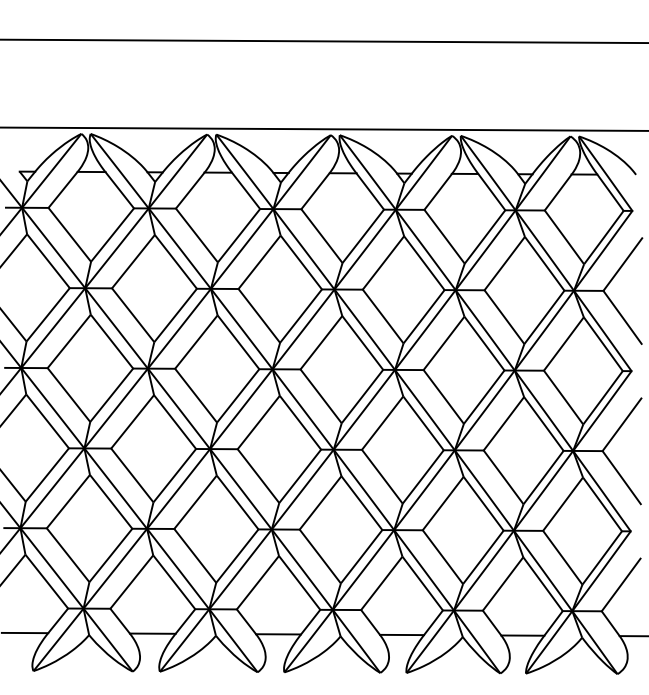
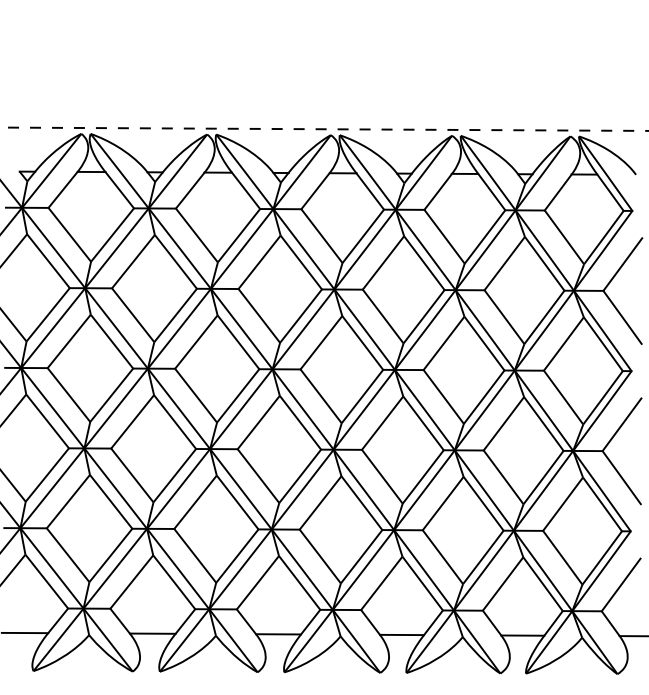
line at (323, 41): present -> none
line at (324, 129): solid -> dashed
